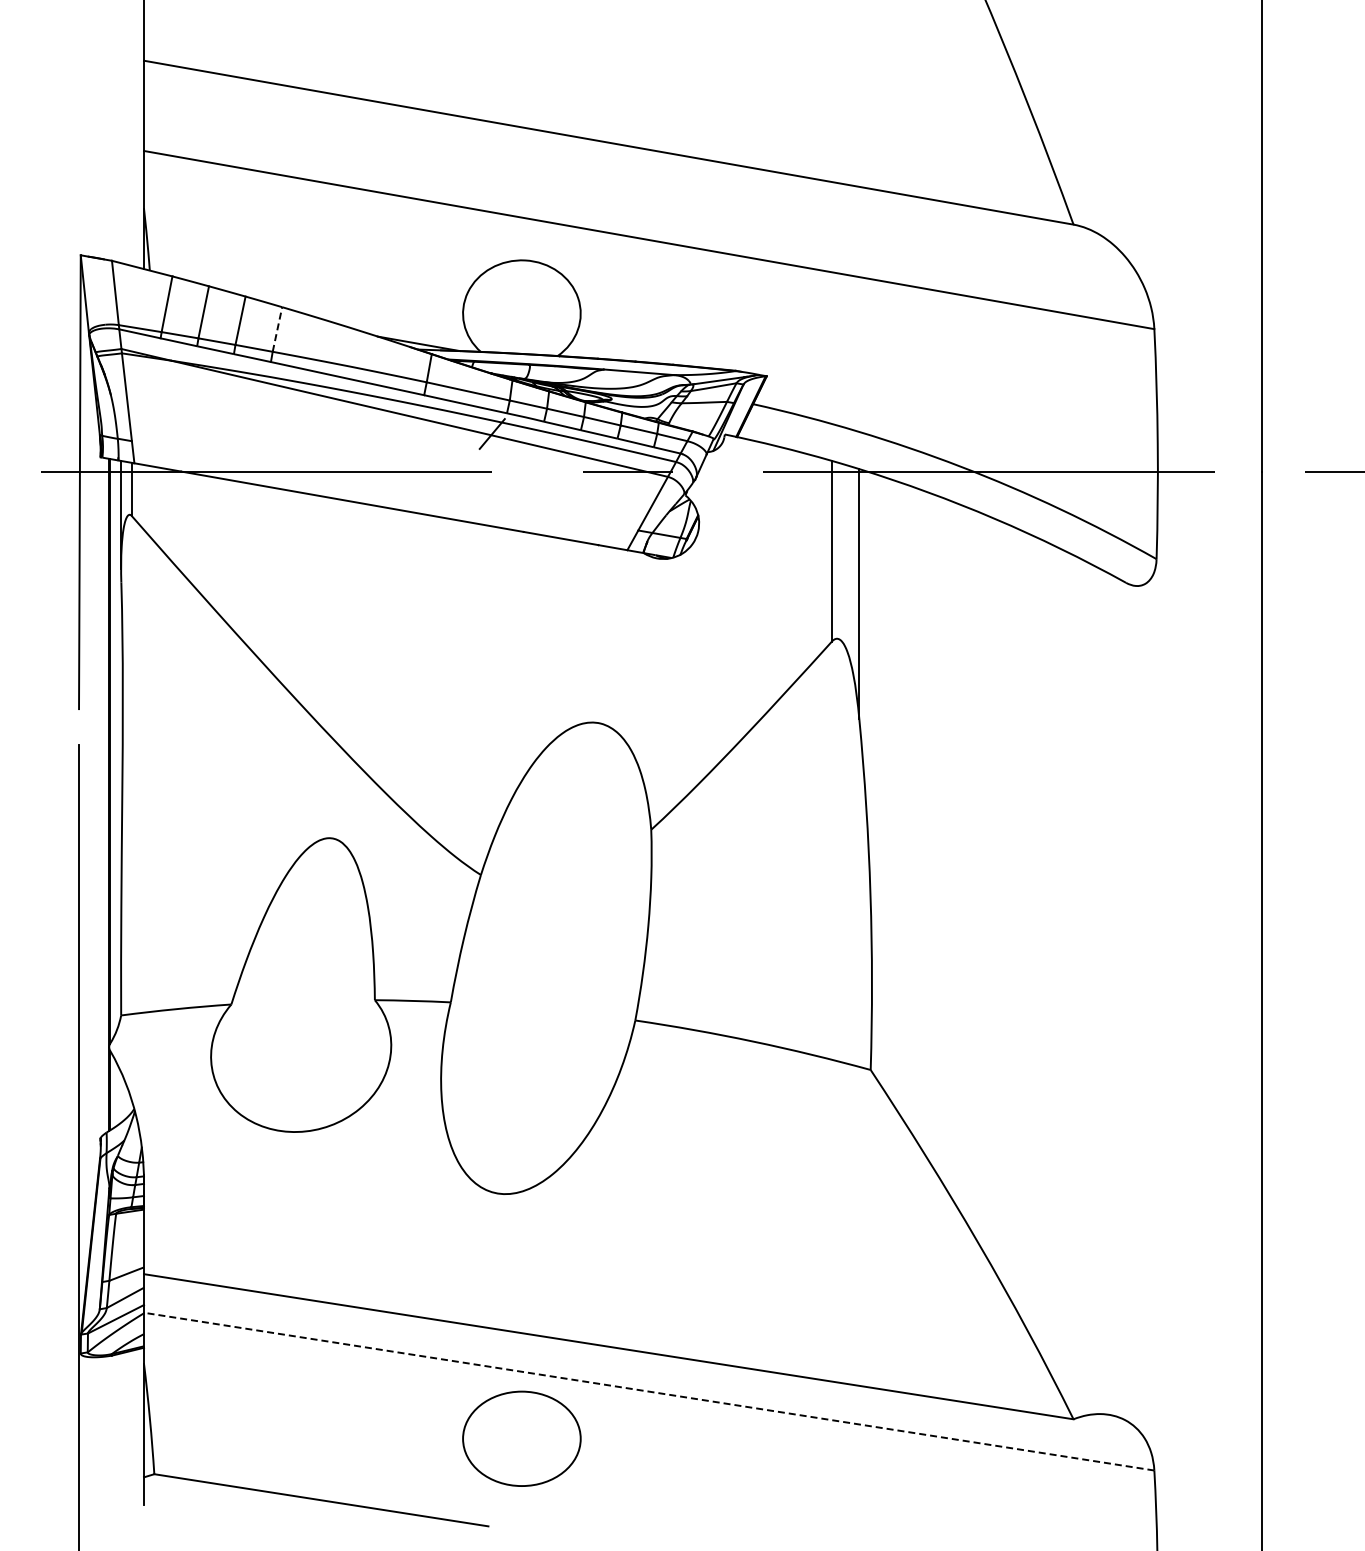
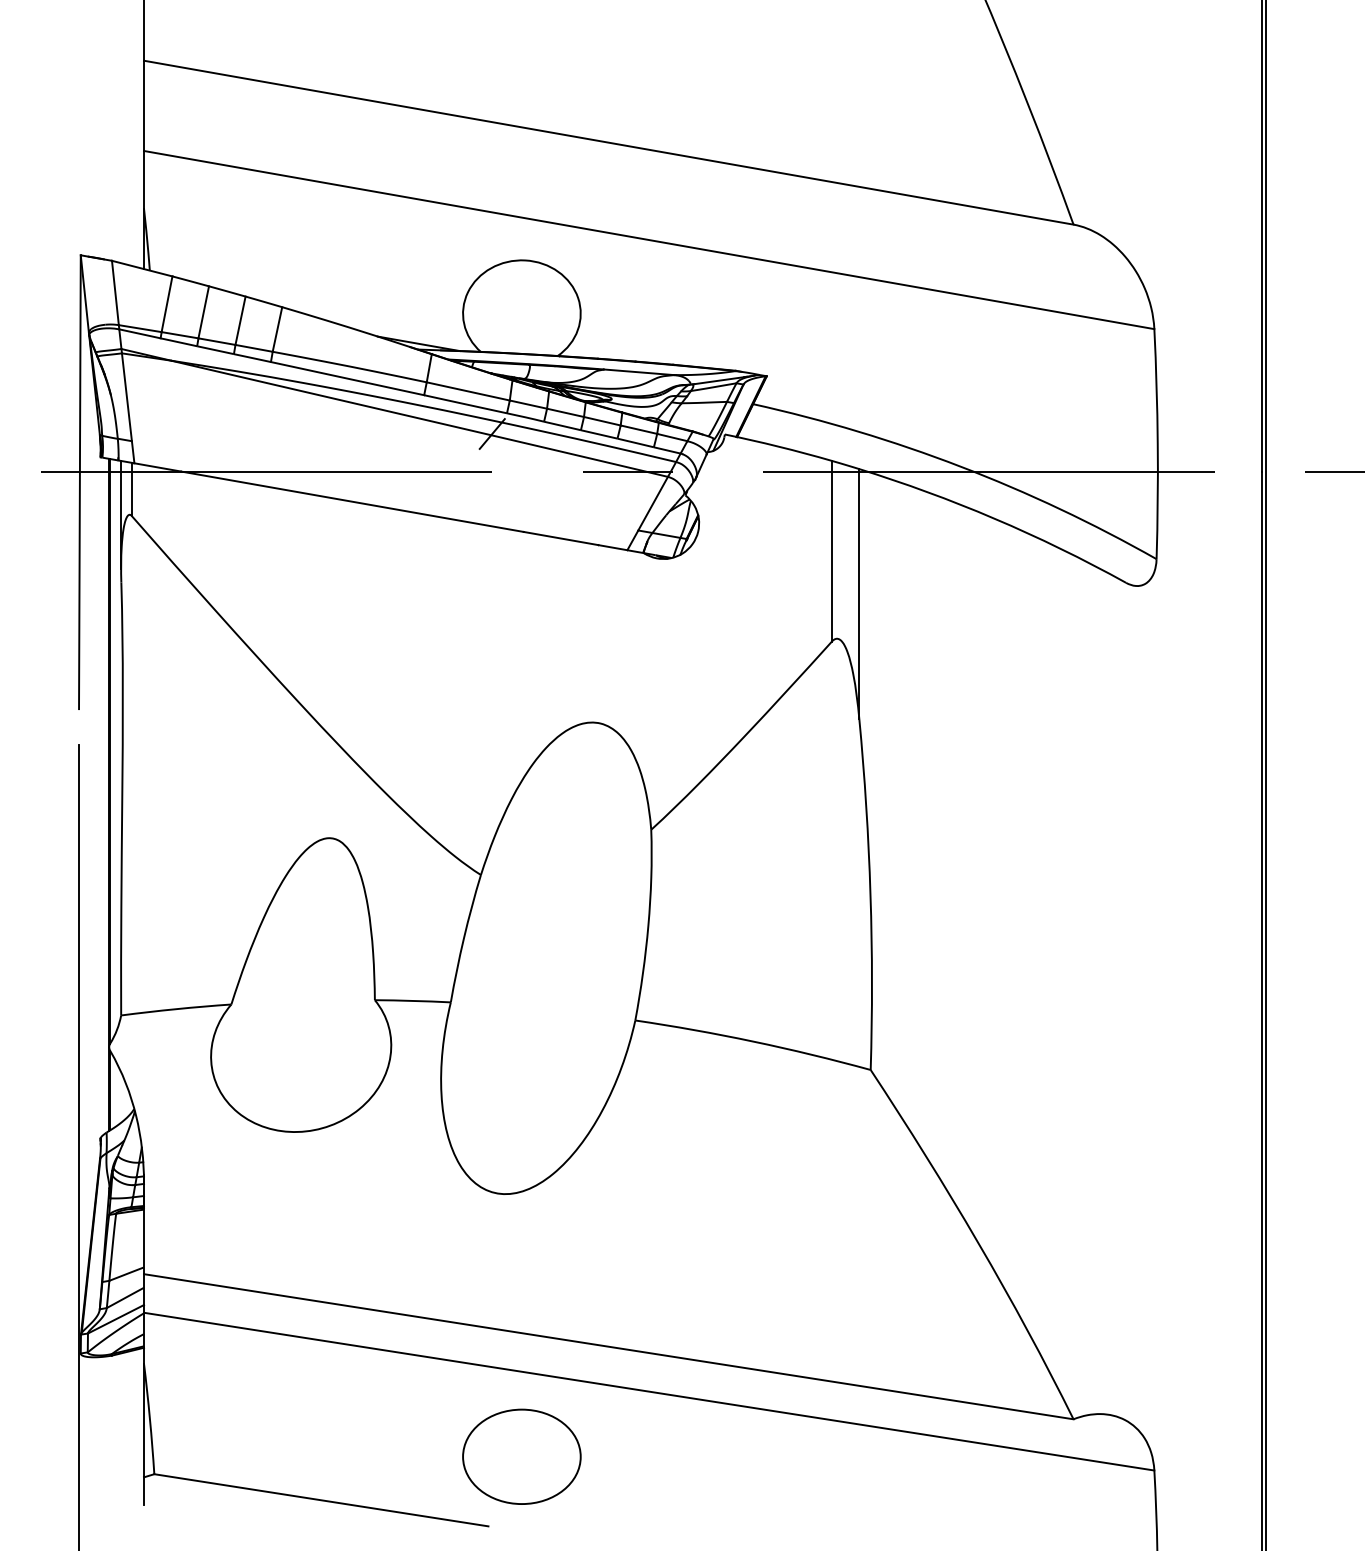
line at (277, 329): dashed -> solid
line at (1266, 774): none -> present
line at (648, 1391): dashed -> solid
part at (521, 1438) position: (521, 1438) -> (521, 1456)
